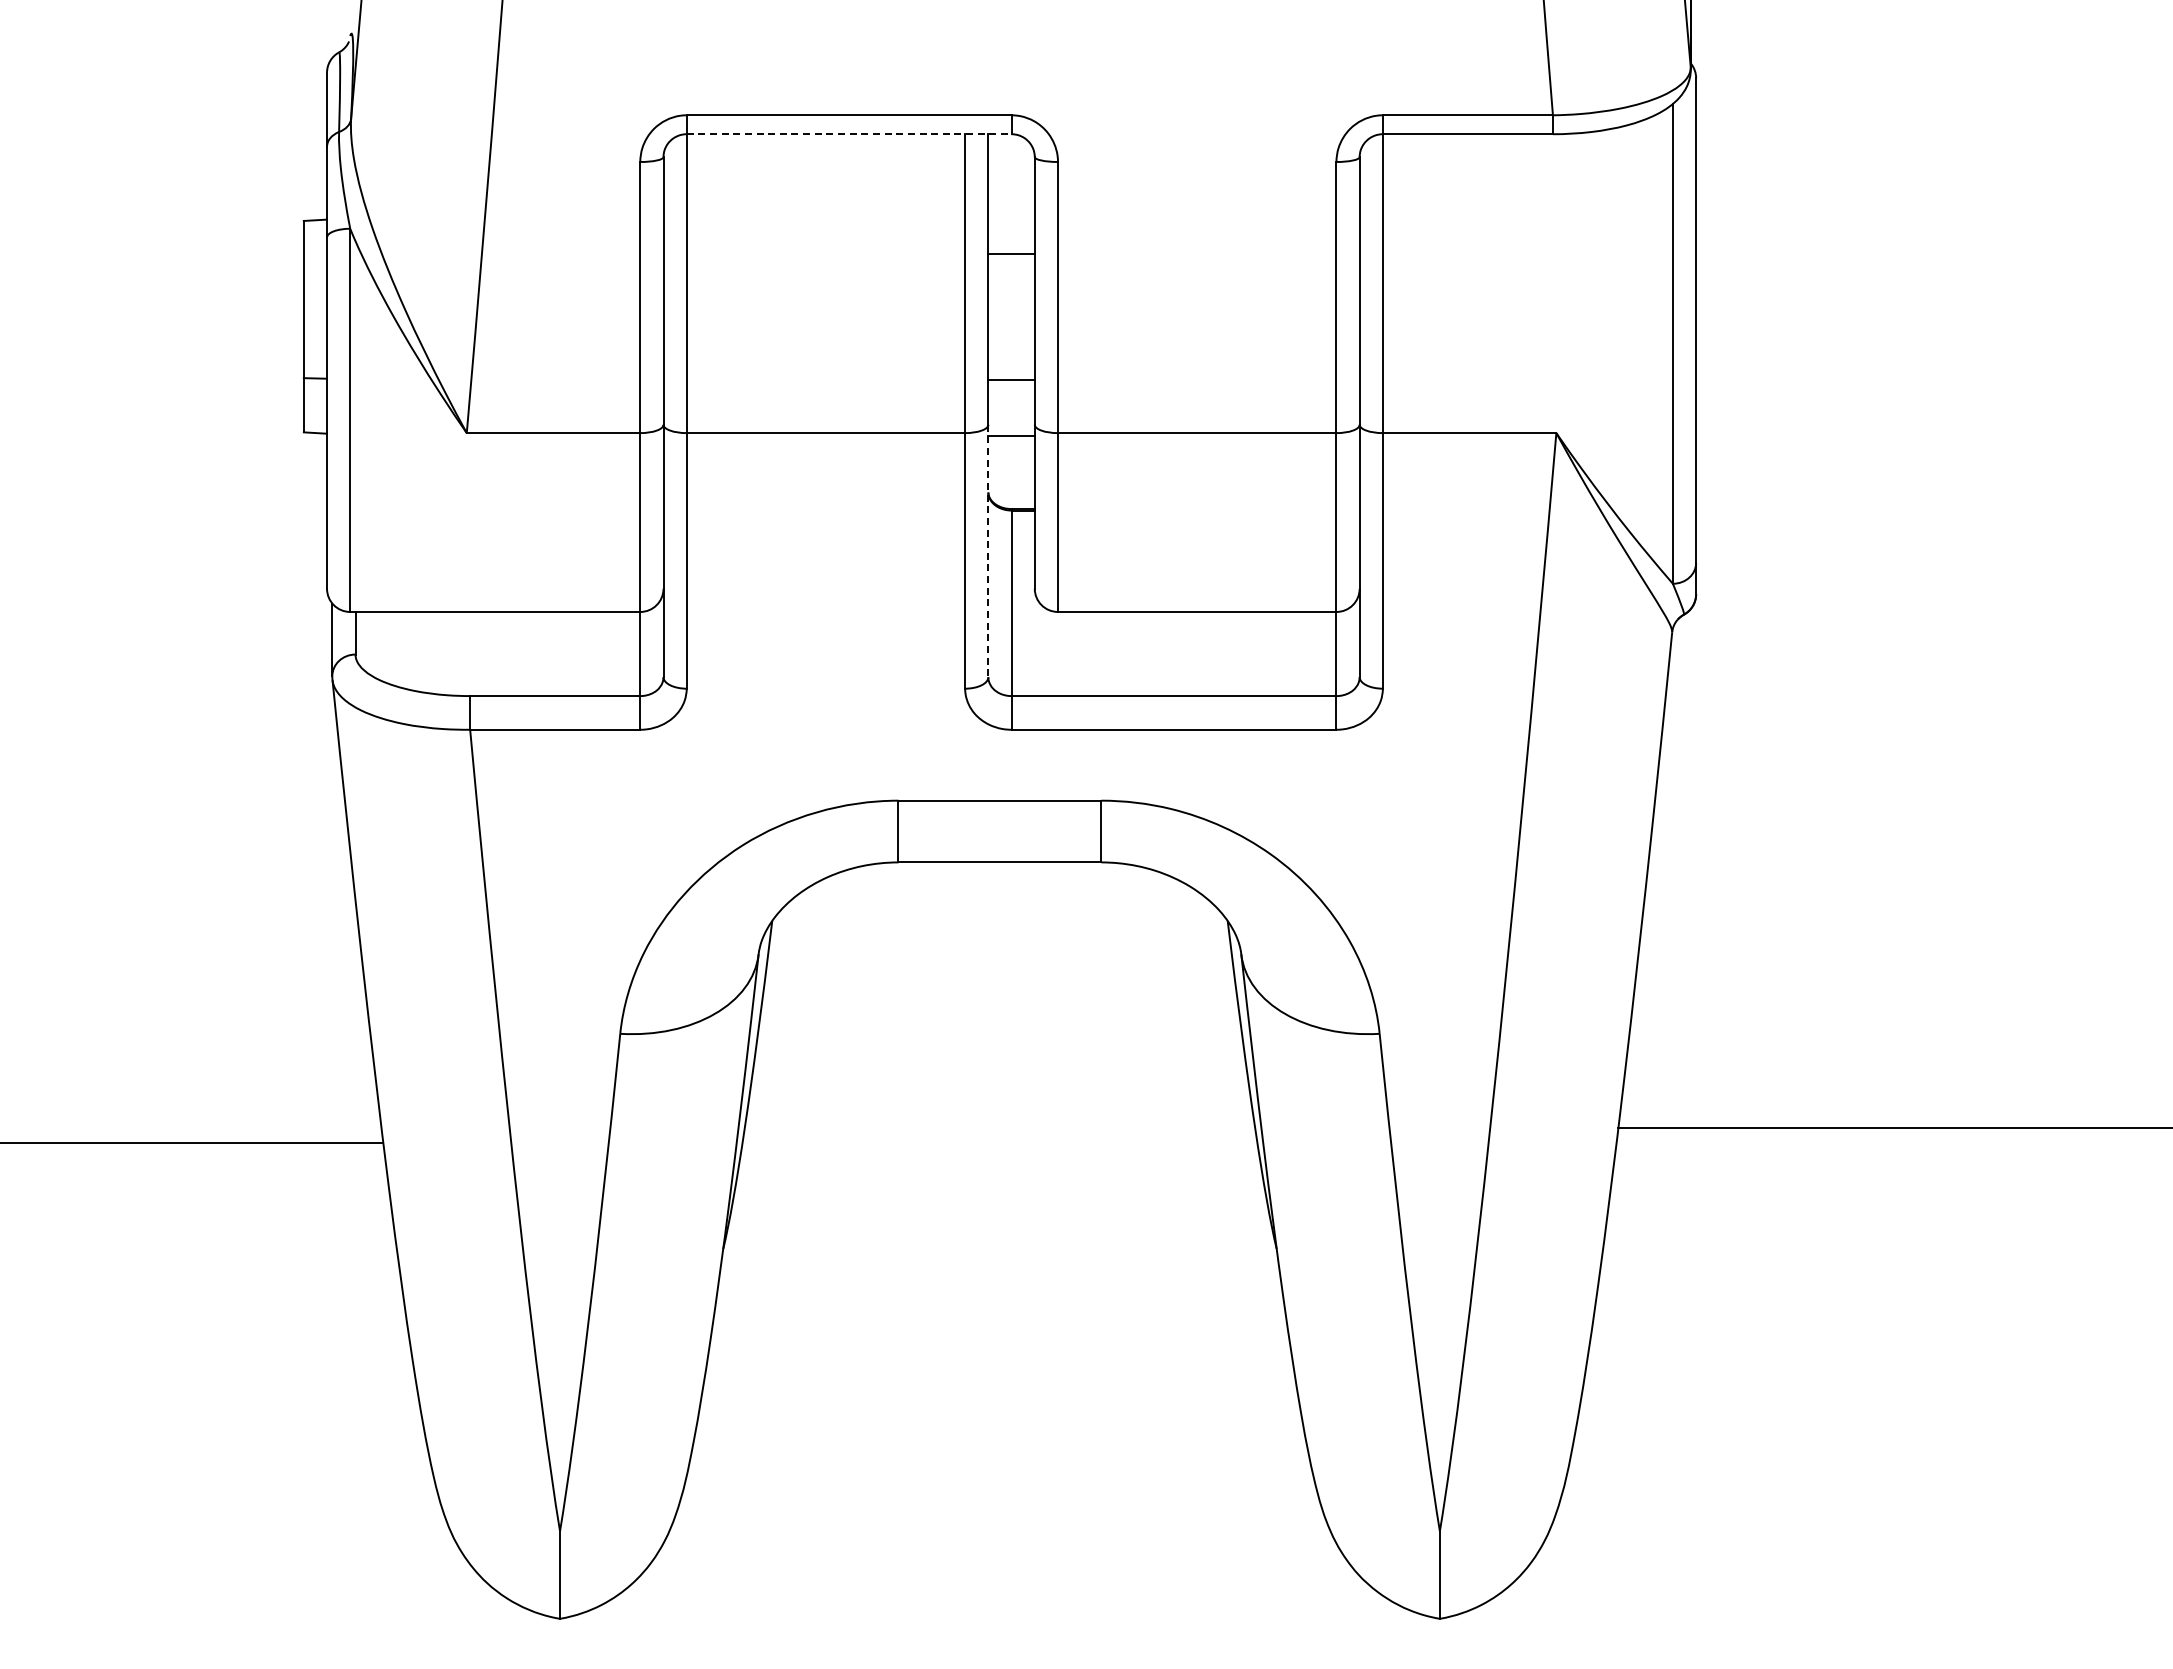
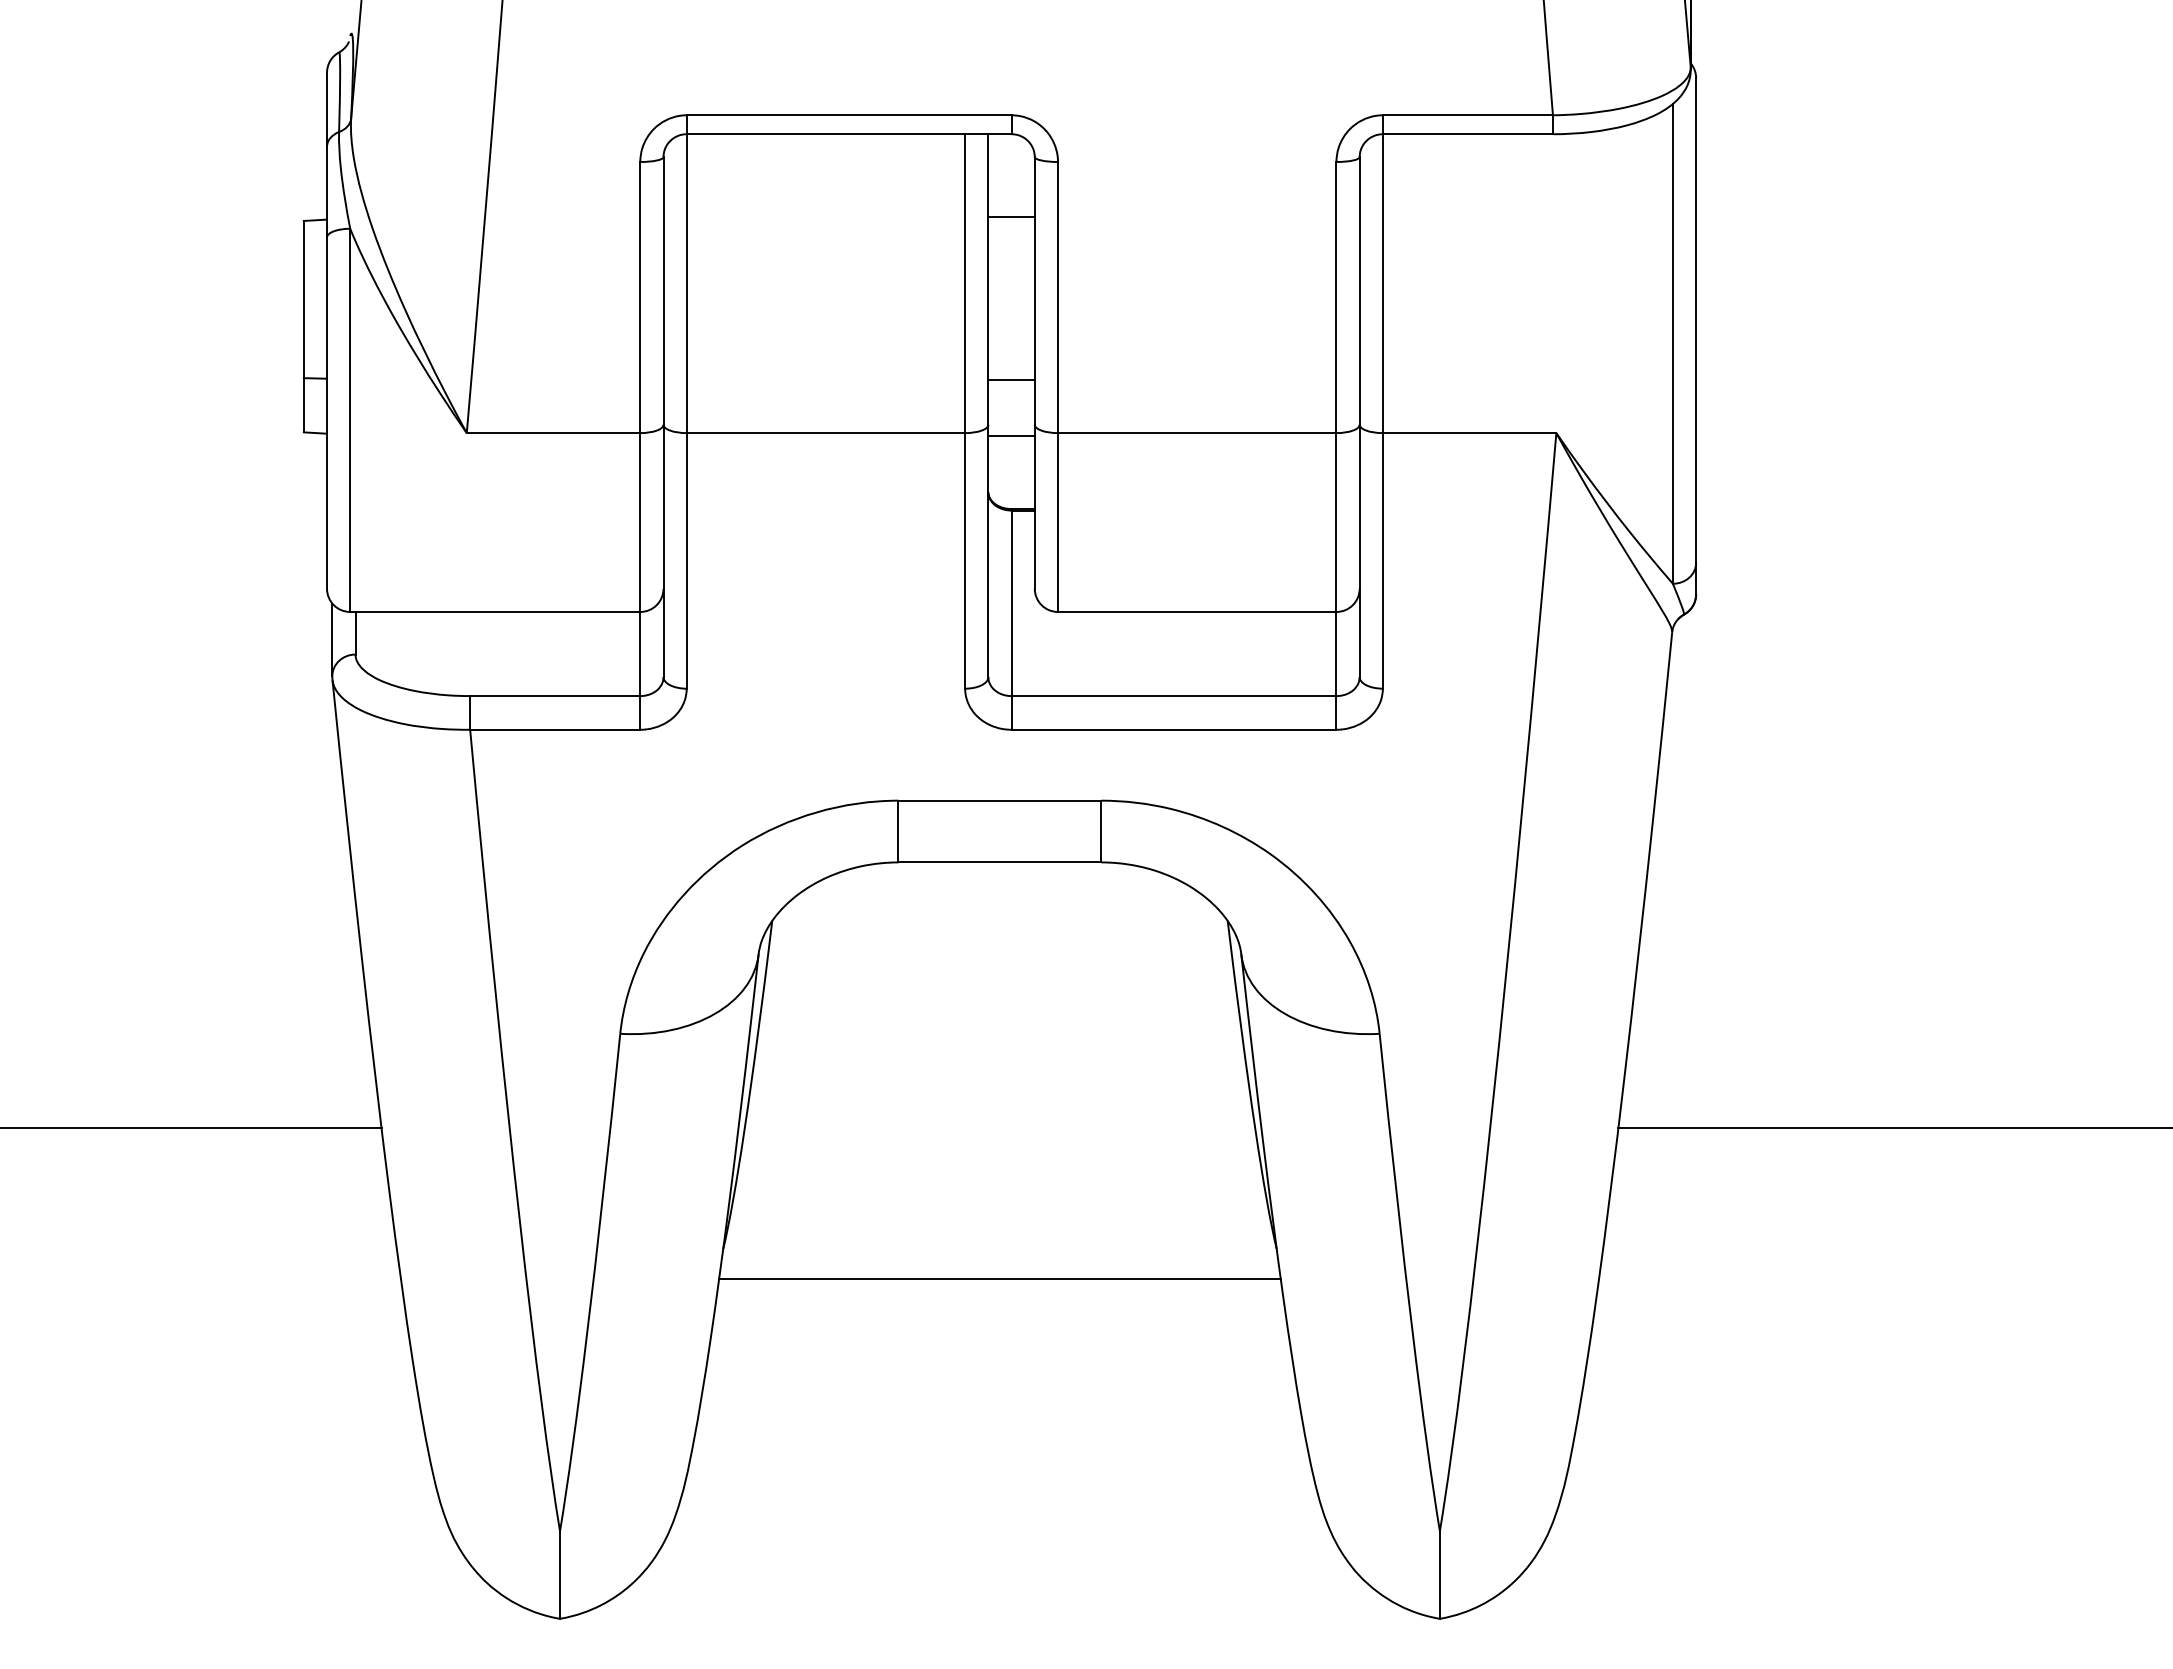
line at (849, 134): dashed -> solid
line at (1011, 254) position: (1011, 254) -> (1011, 217)
line at (988, 551): dashed -> solid
line at (191, 1143) position: (191, 1143) -> (191, 1128)
line at (999, 1279): none -> present
